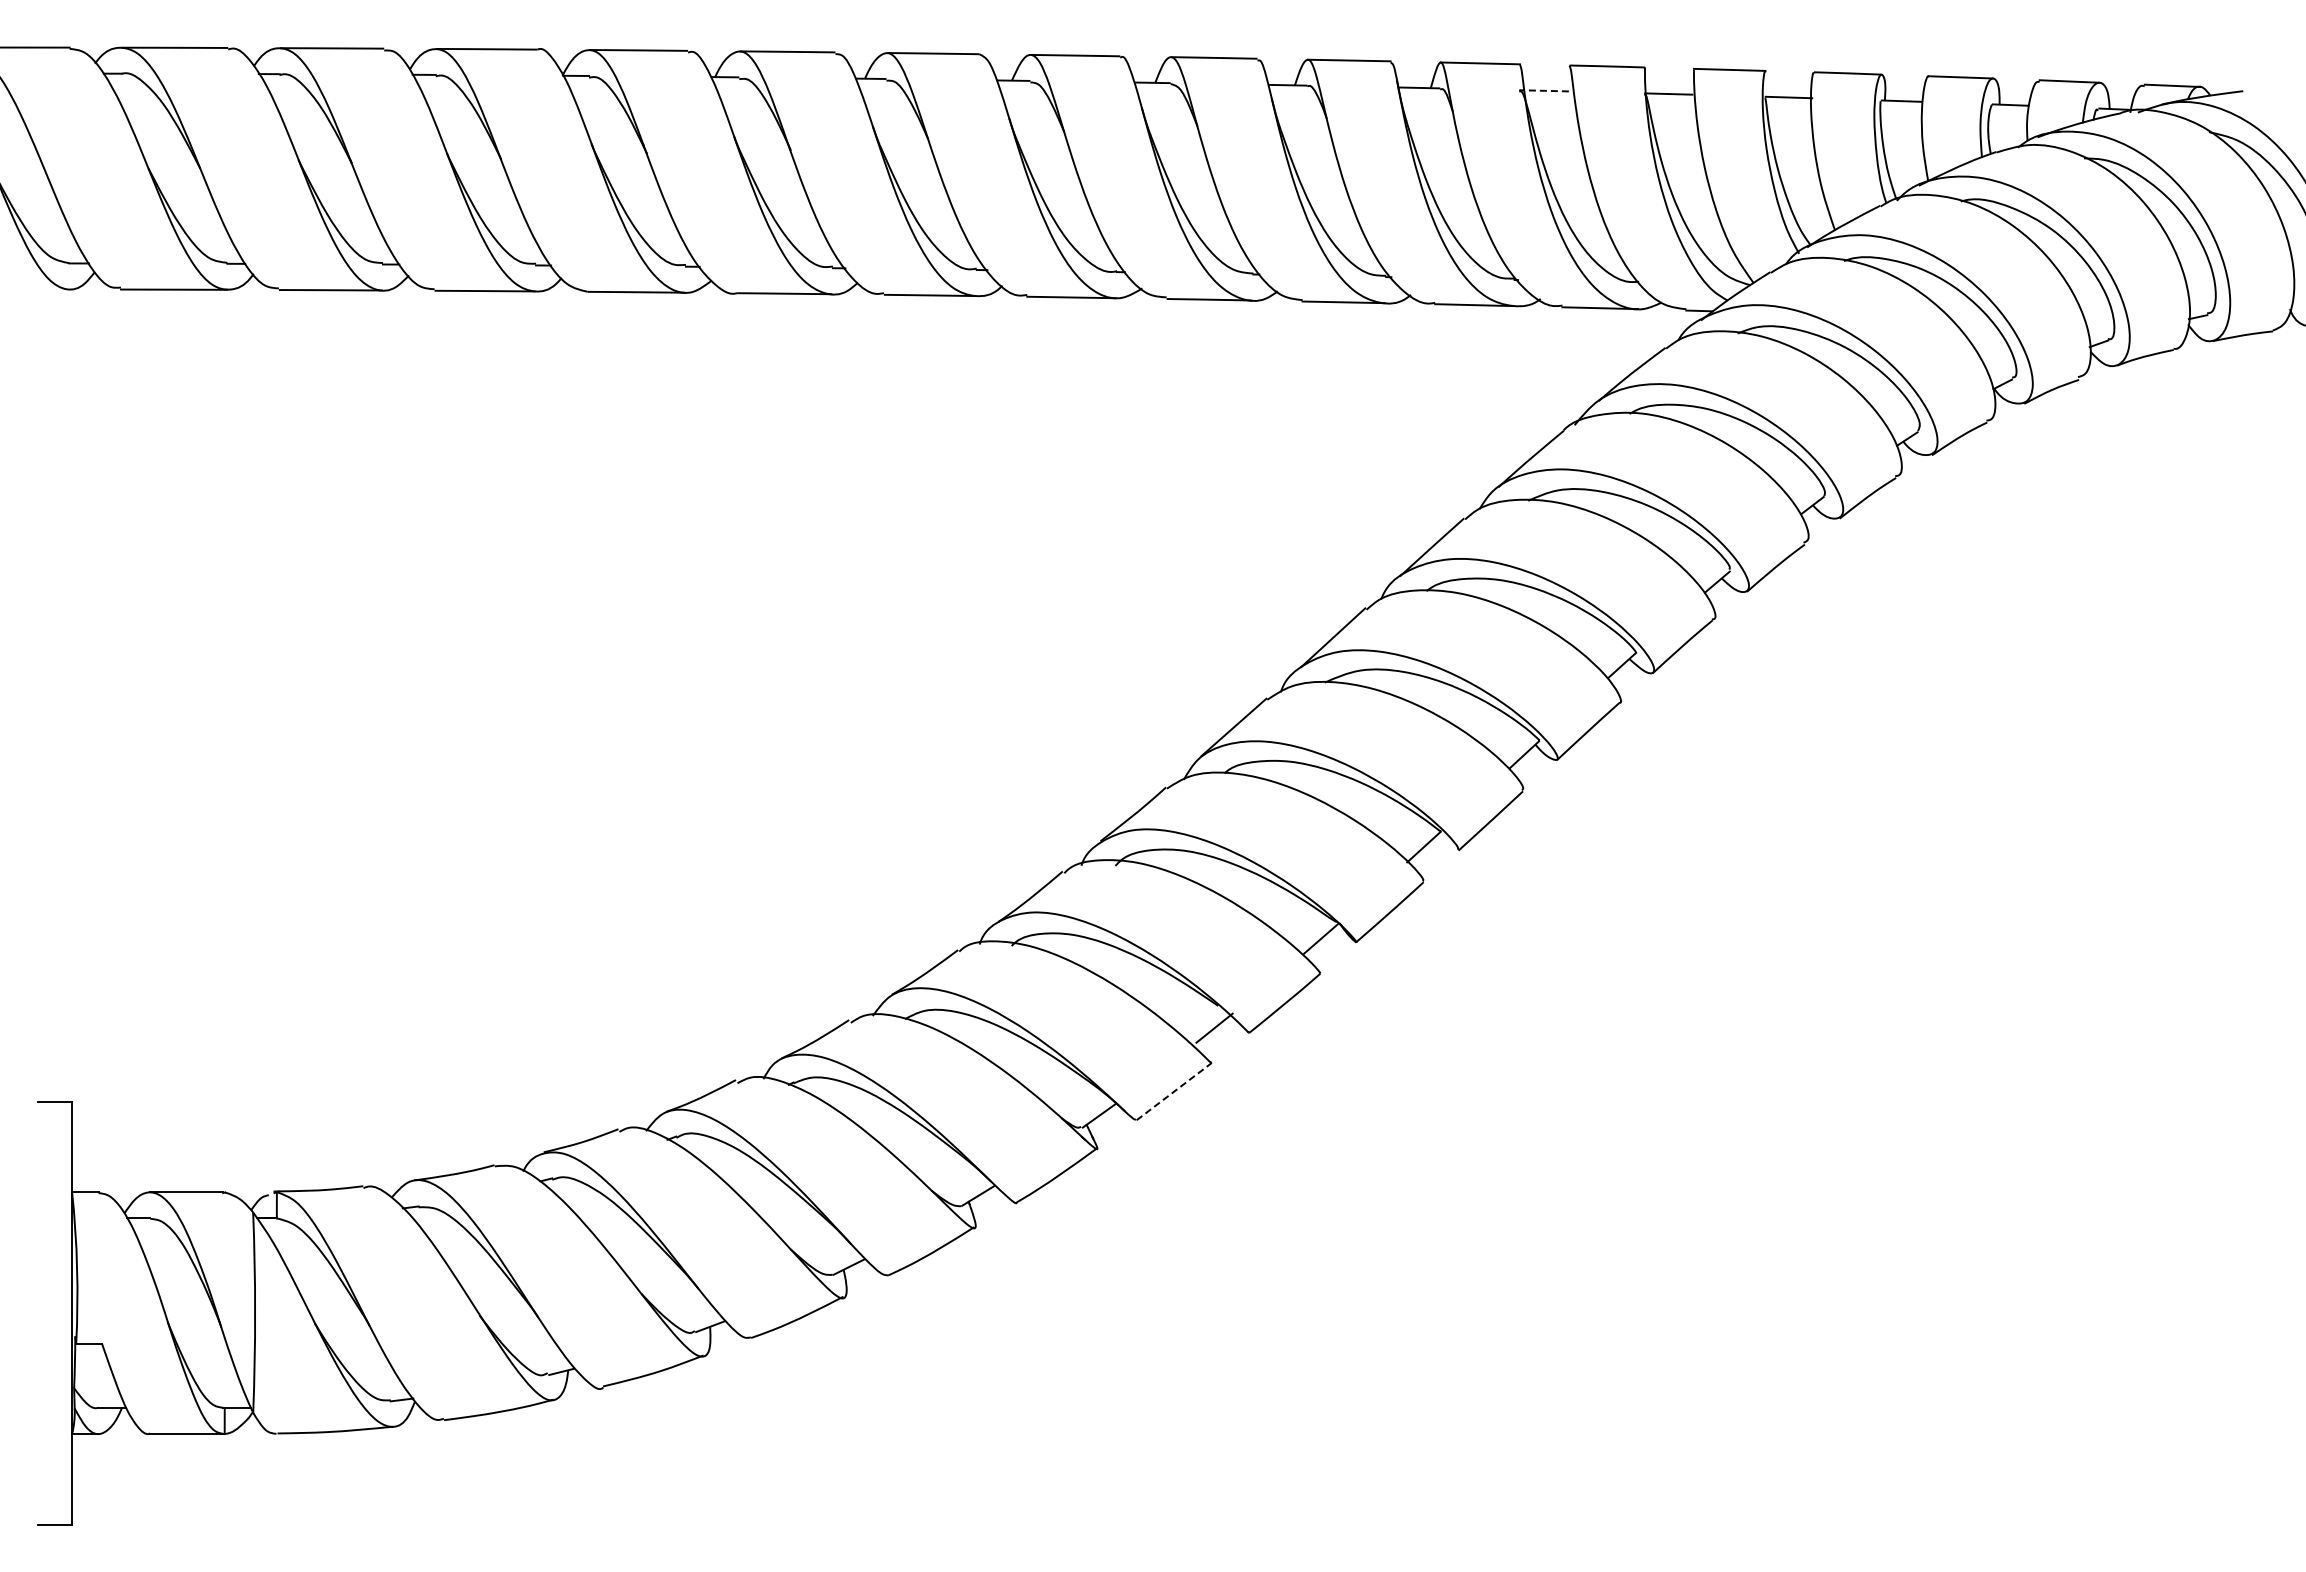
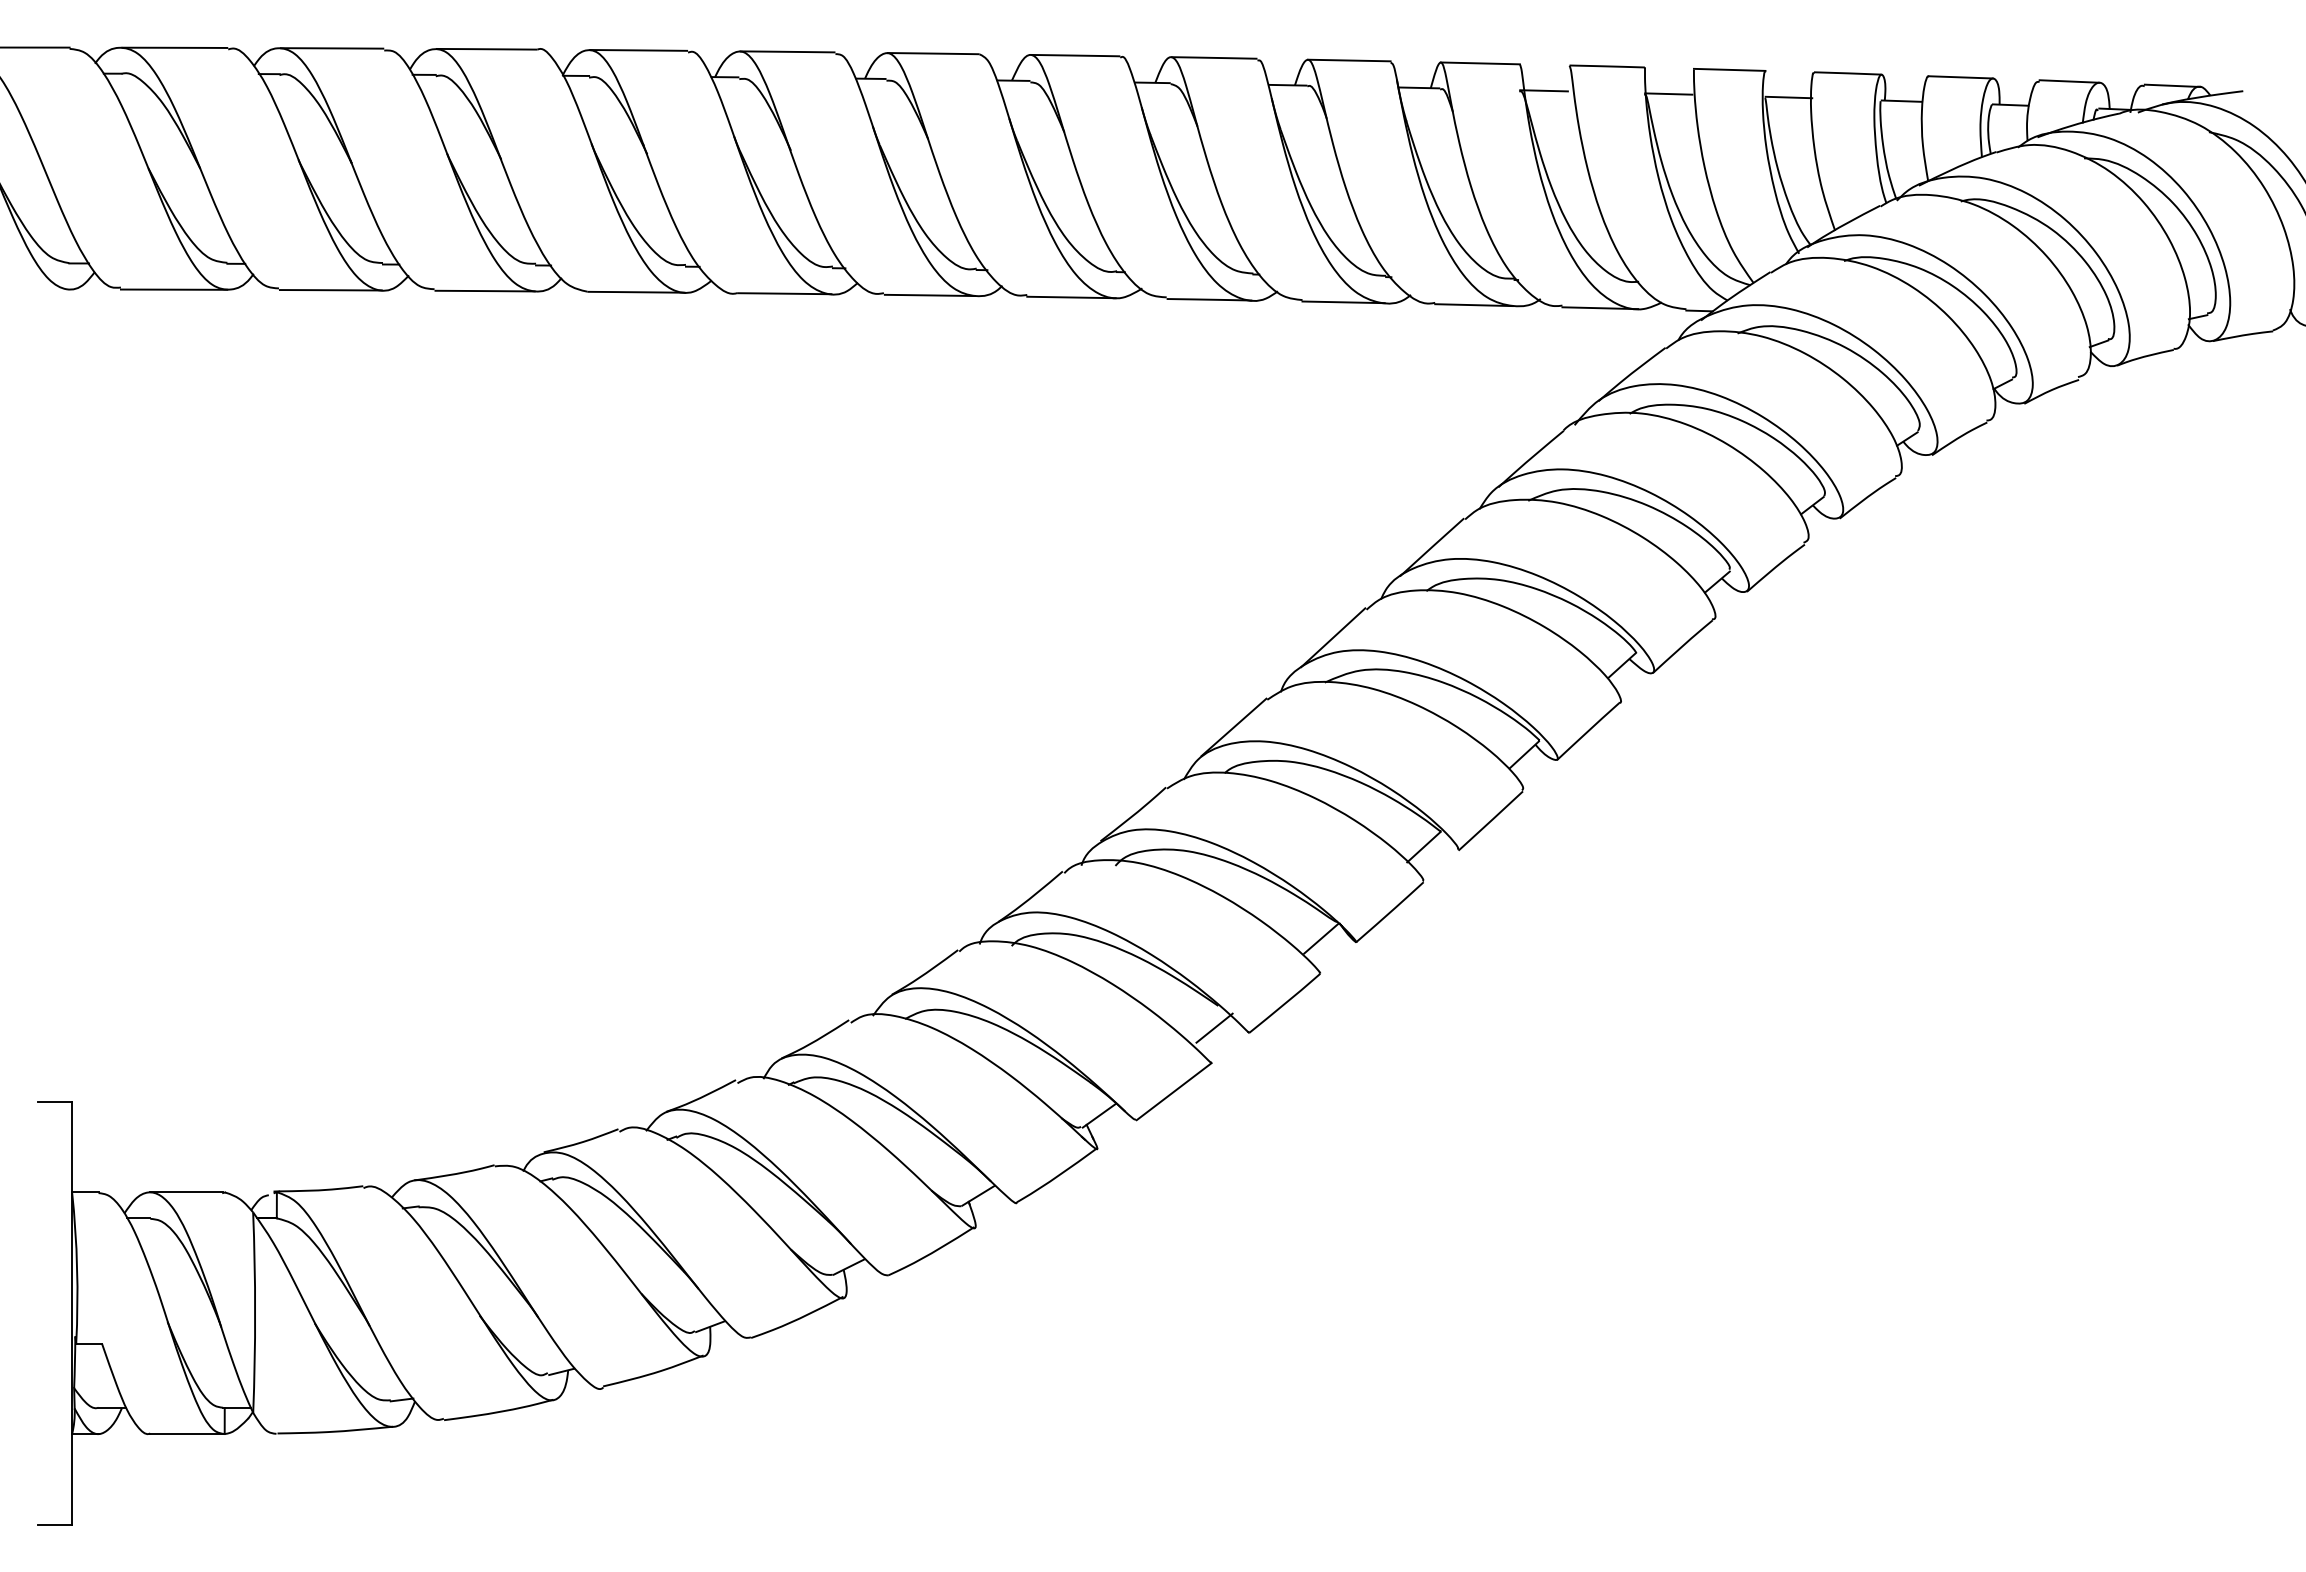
line at (1544, 90): dashed -> solid
line at (1174, 1091): dashed -> solid
